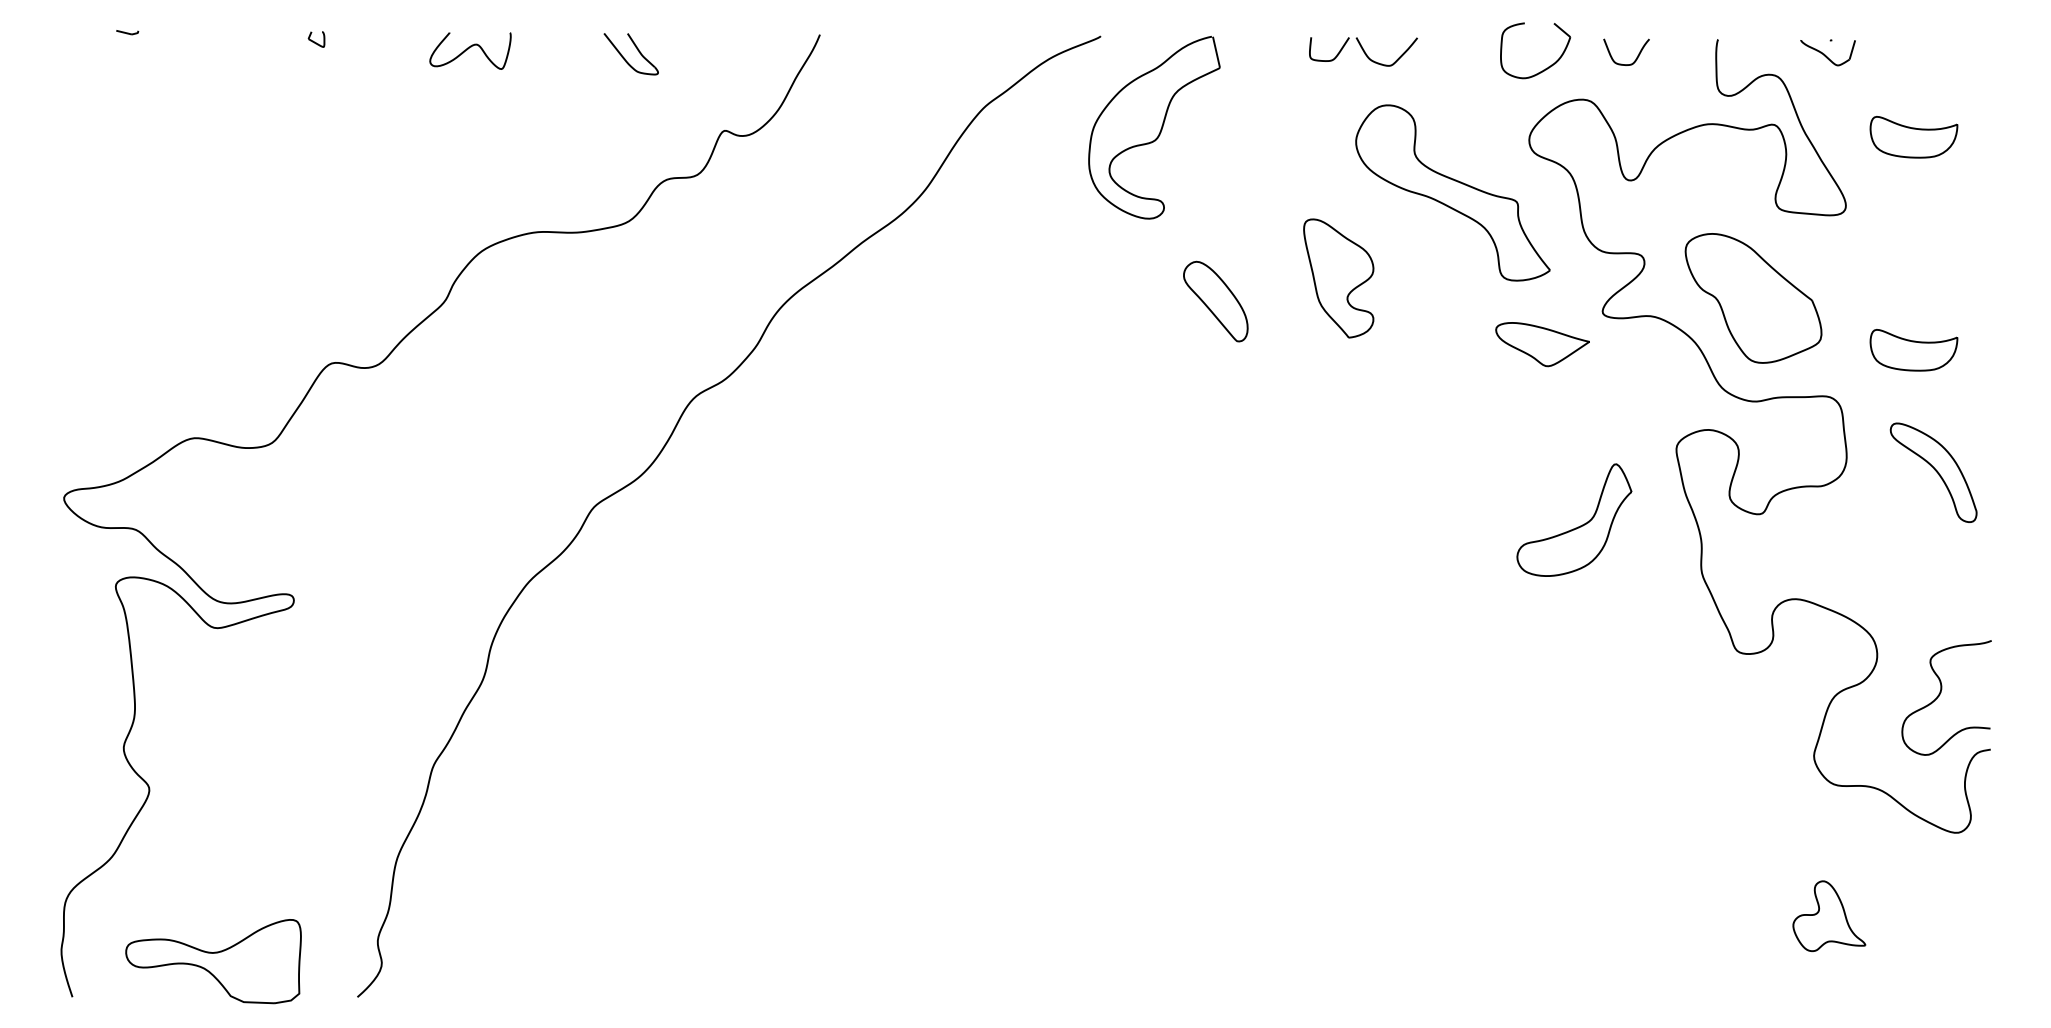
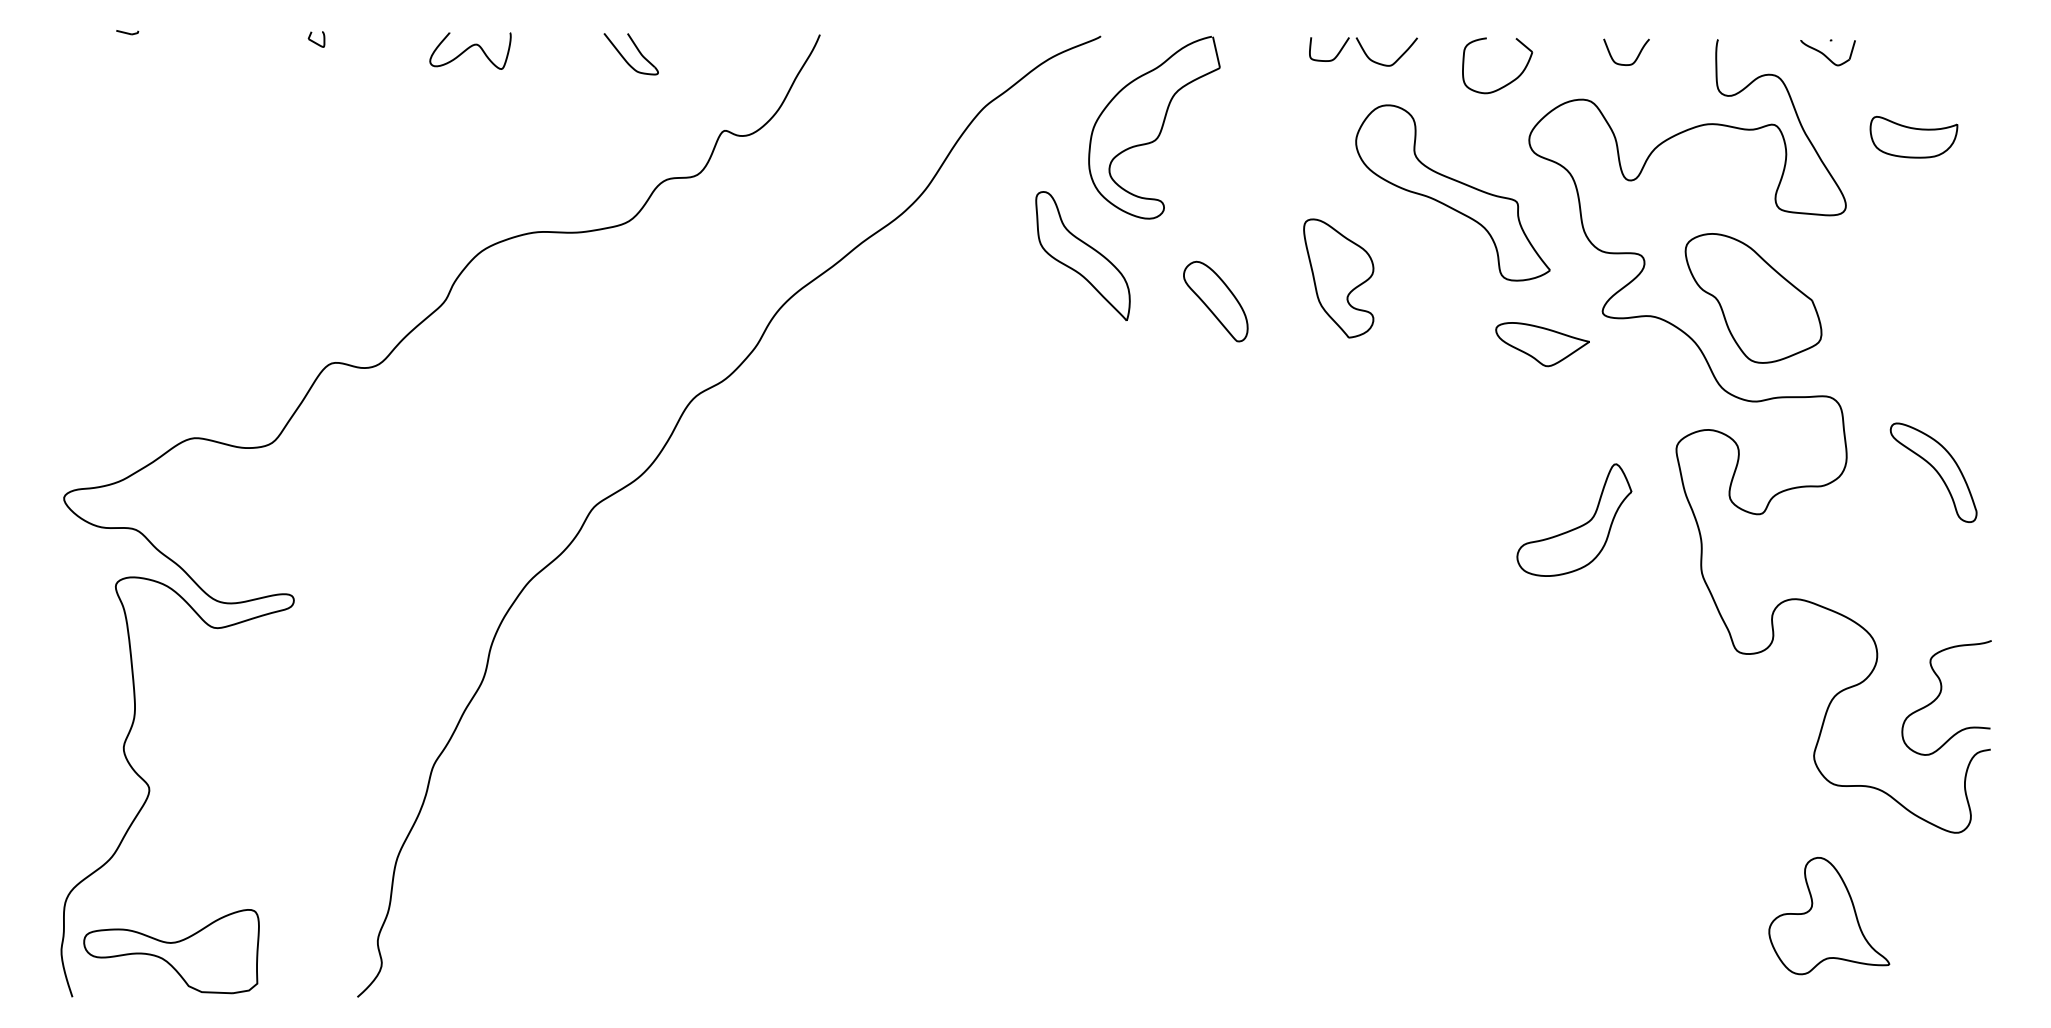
part at (1545, 68) position: (1545, 68) -> (1507, 83)
part at (1082, 255): none -> present
part at (1913, 350): present -> none
part at (1829, 916) size: 75x73 px -> 123x119 px
part at (213, 961) position: (213, 961) -> (171, 951)
